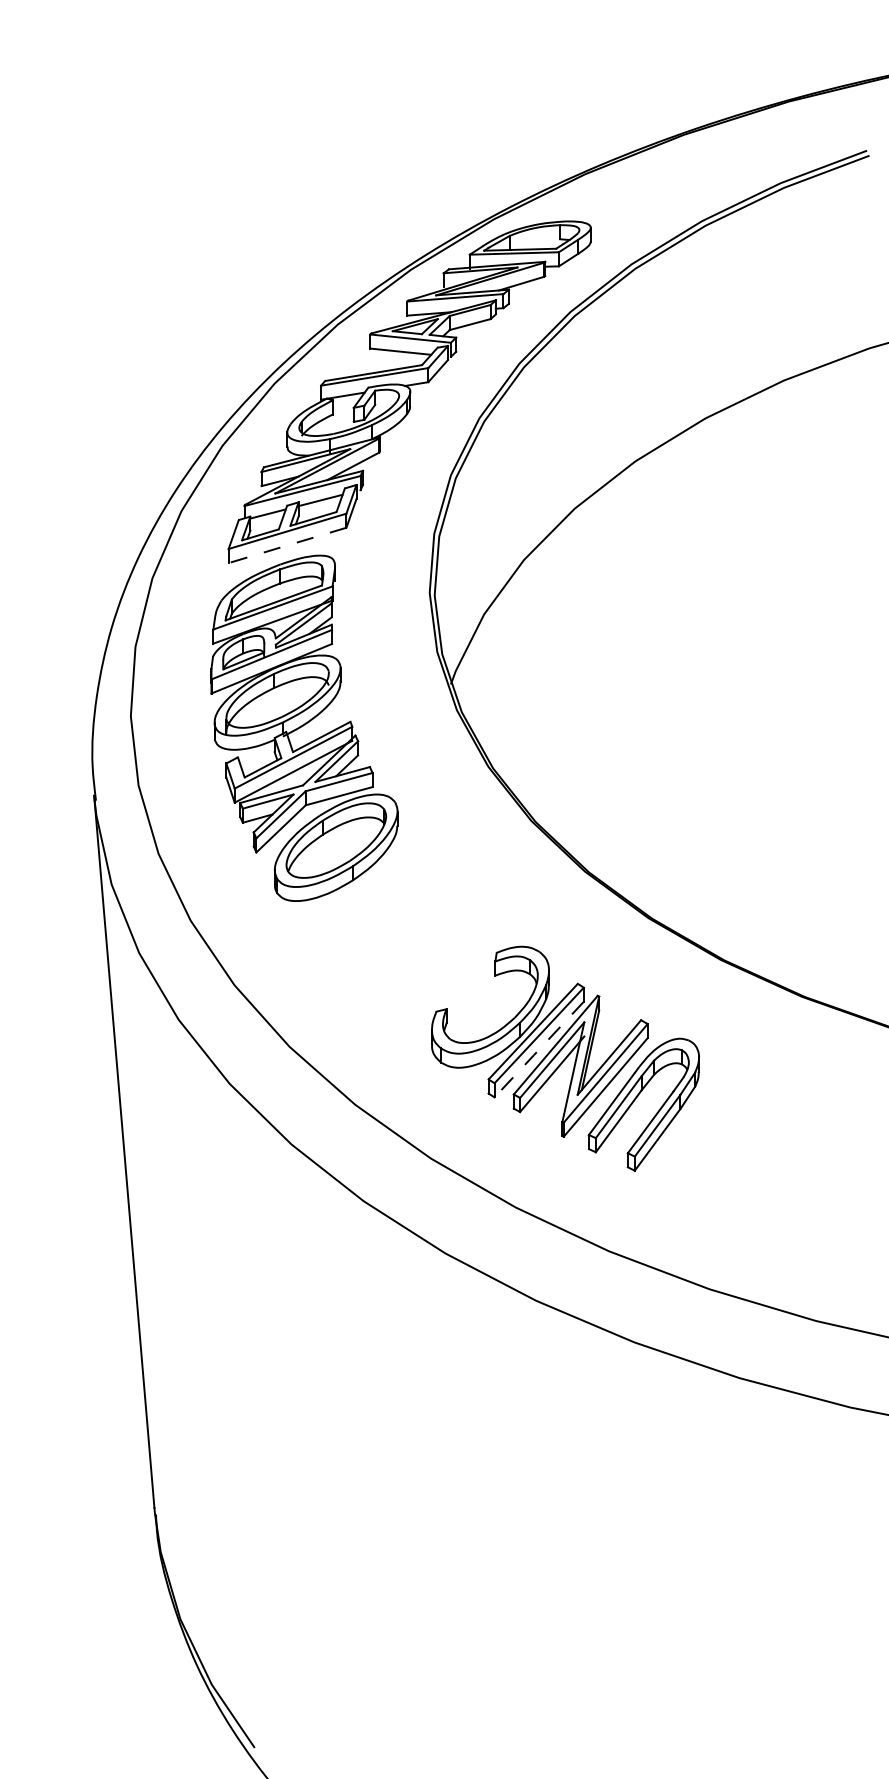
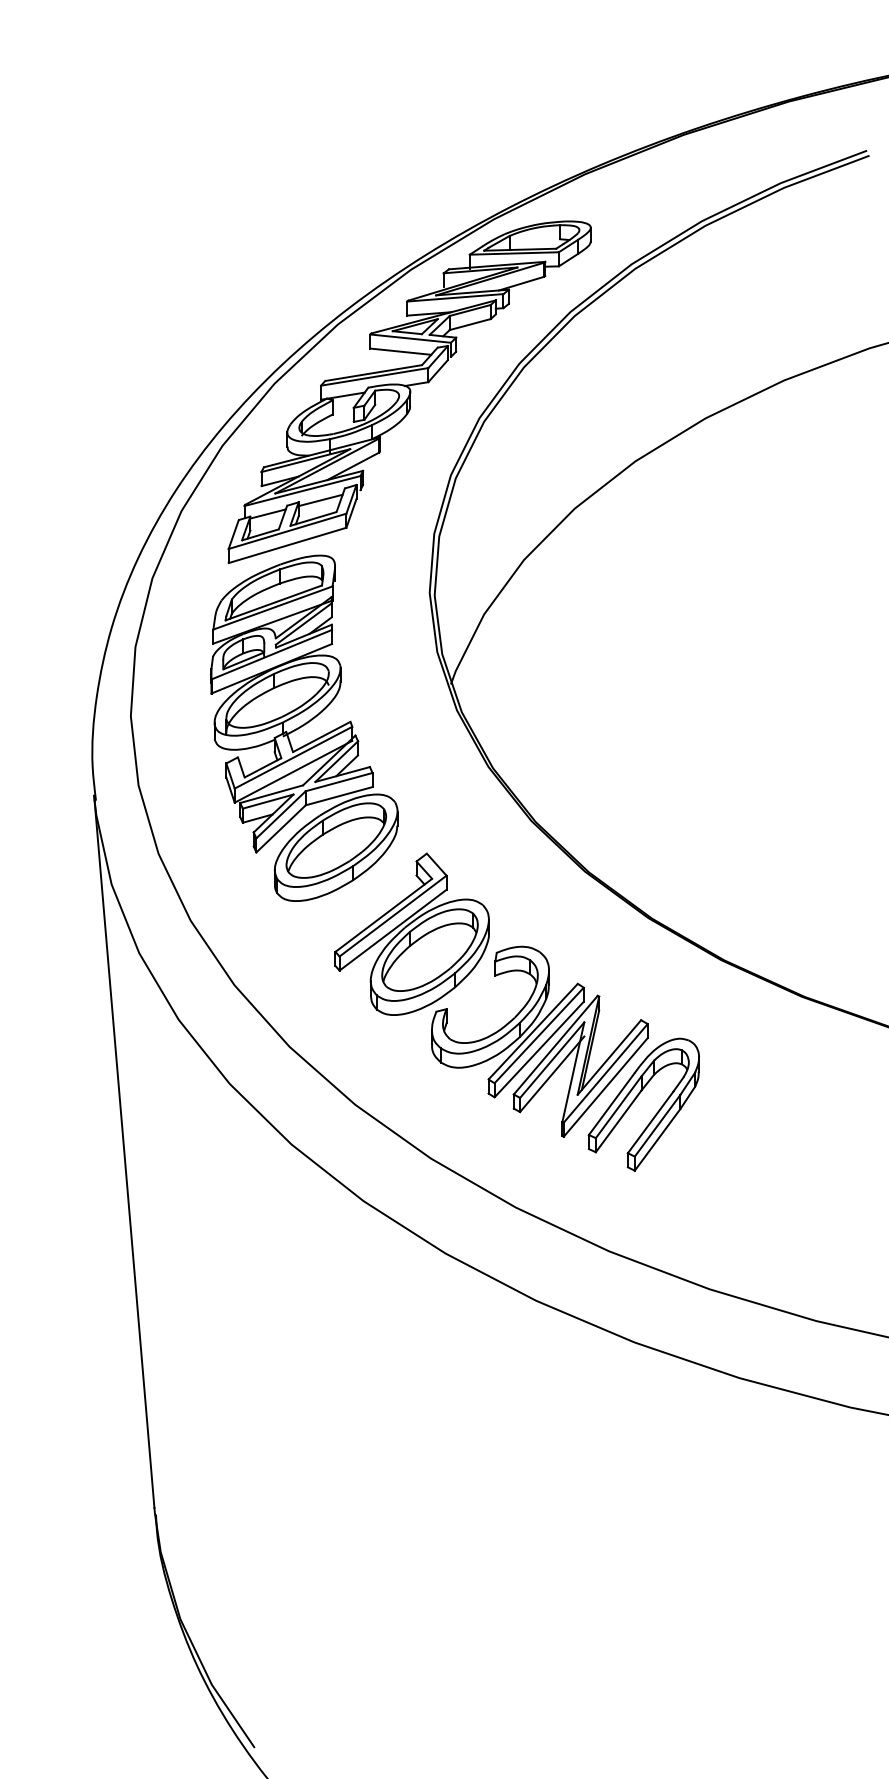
line at (287, 545): dashed -> solid
part at (411, 933): none -> present
line at (538, 1050): dashed -> solid
